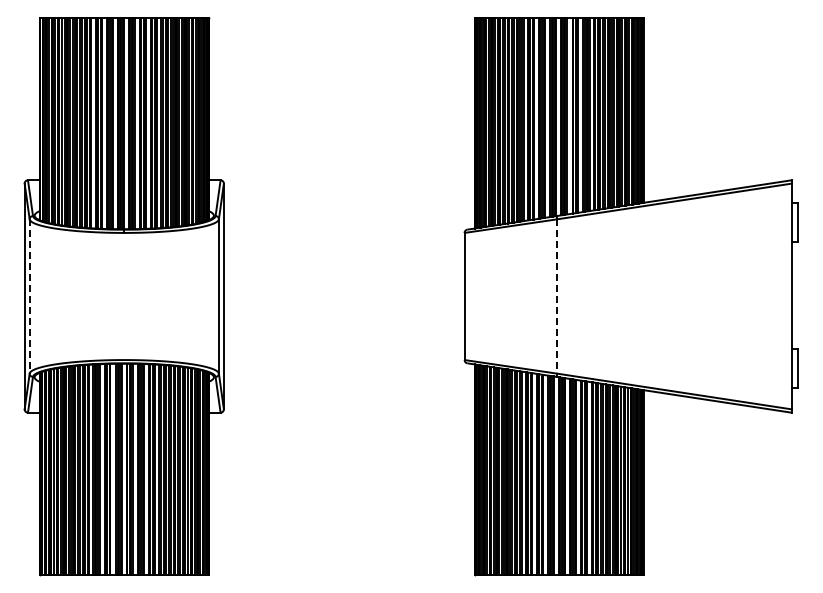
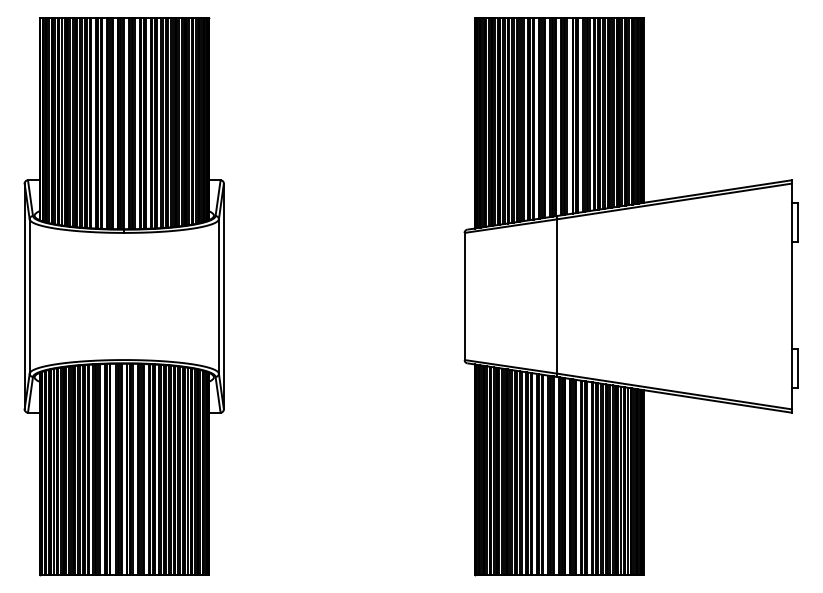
line at (29, 296): dashed -> solid
line at (557, 296): dashed -> solid
